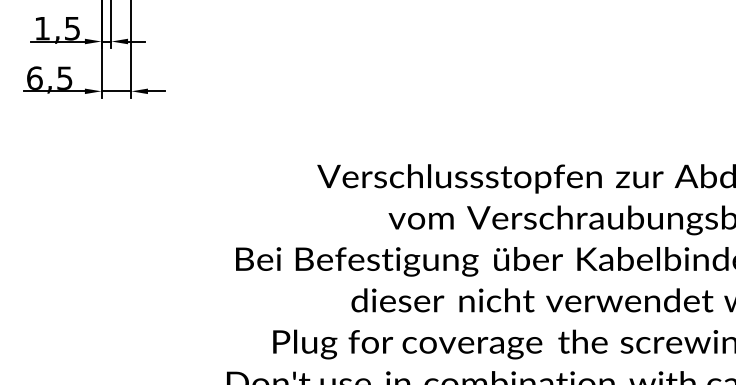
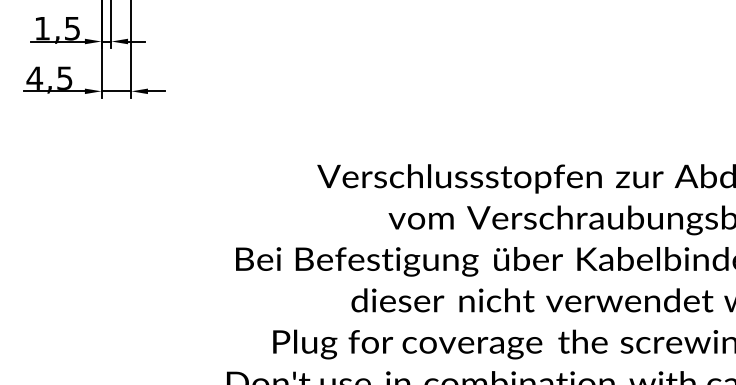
text at (34, 77): 6,5 -> 4,5
